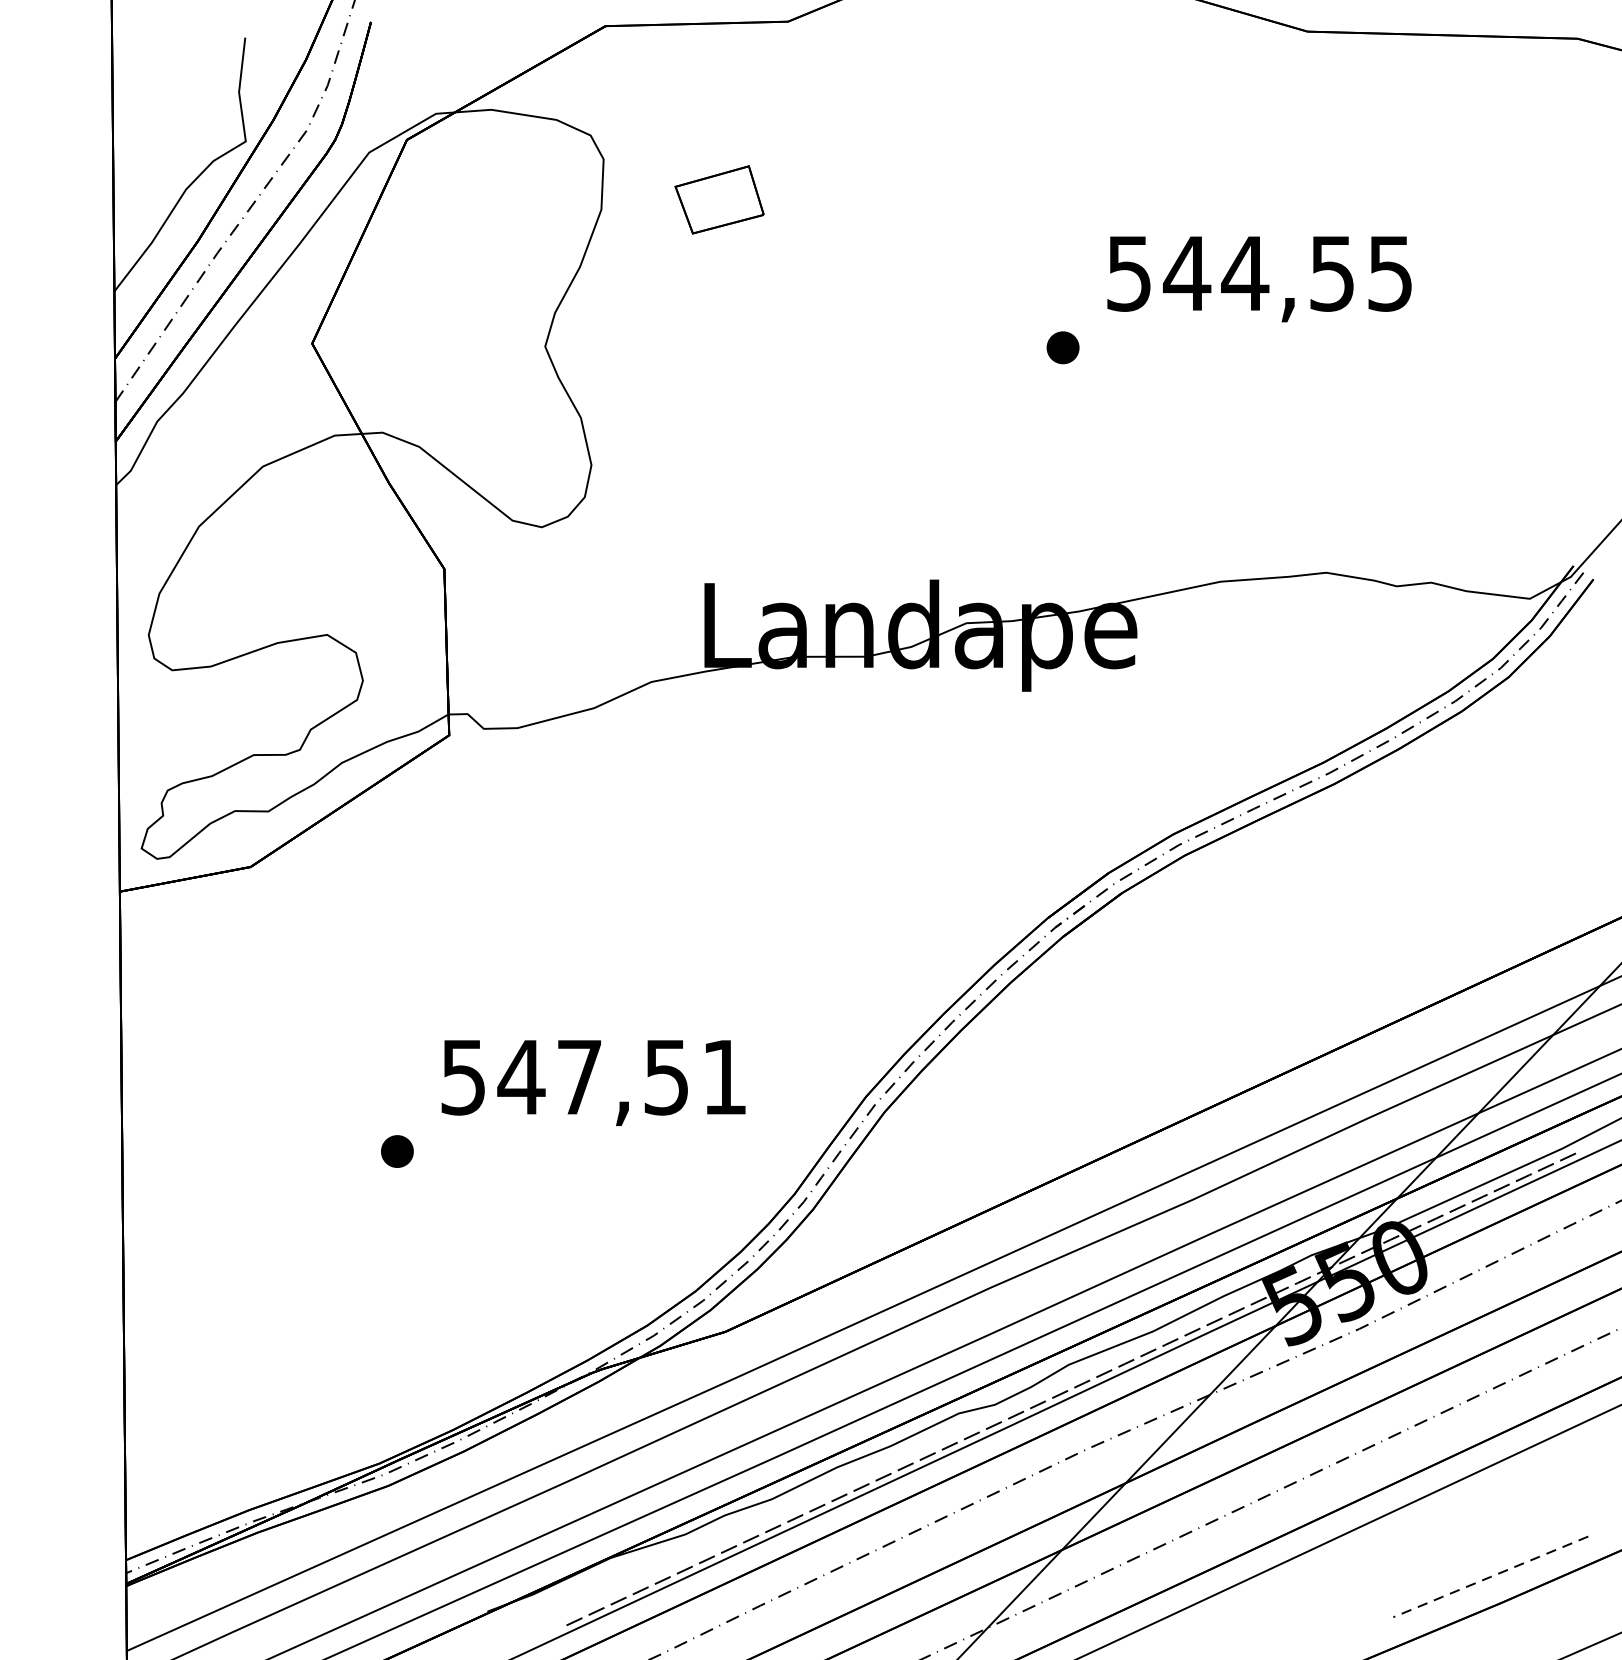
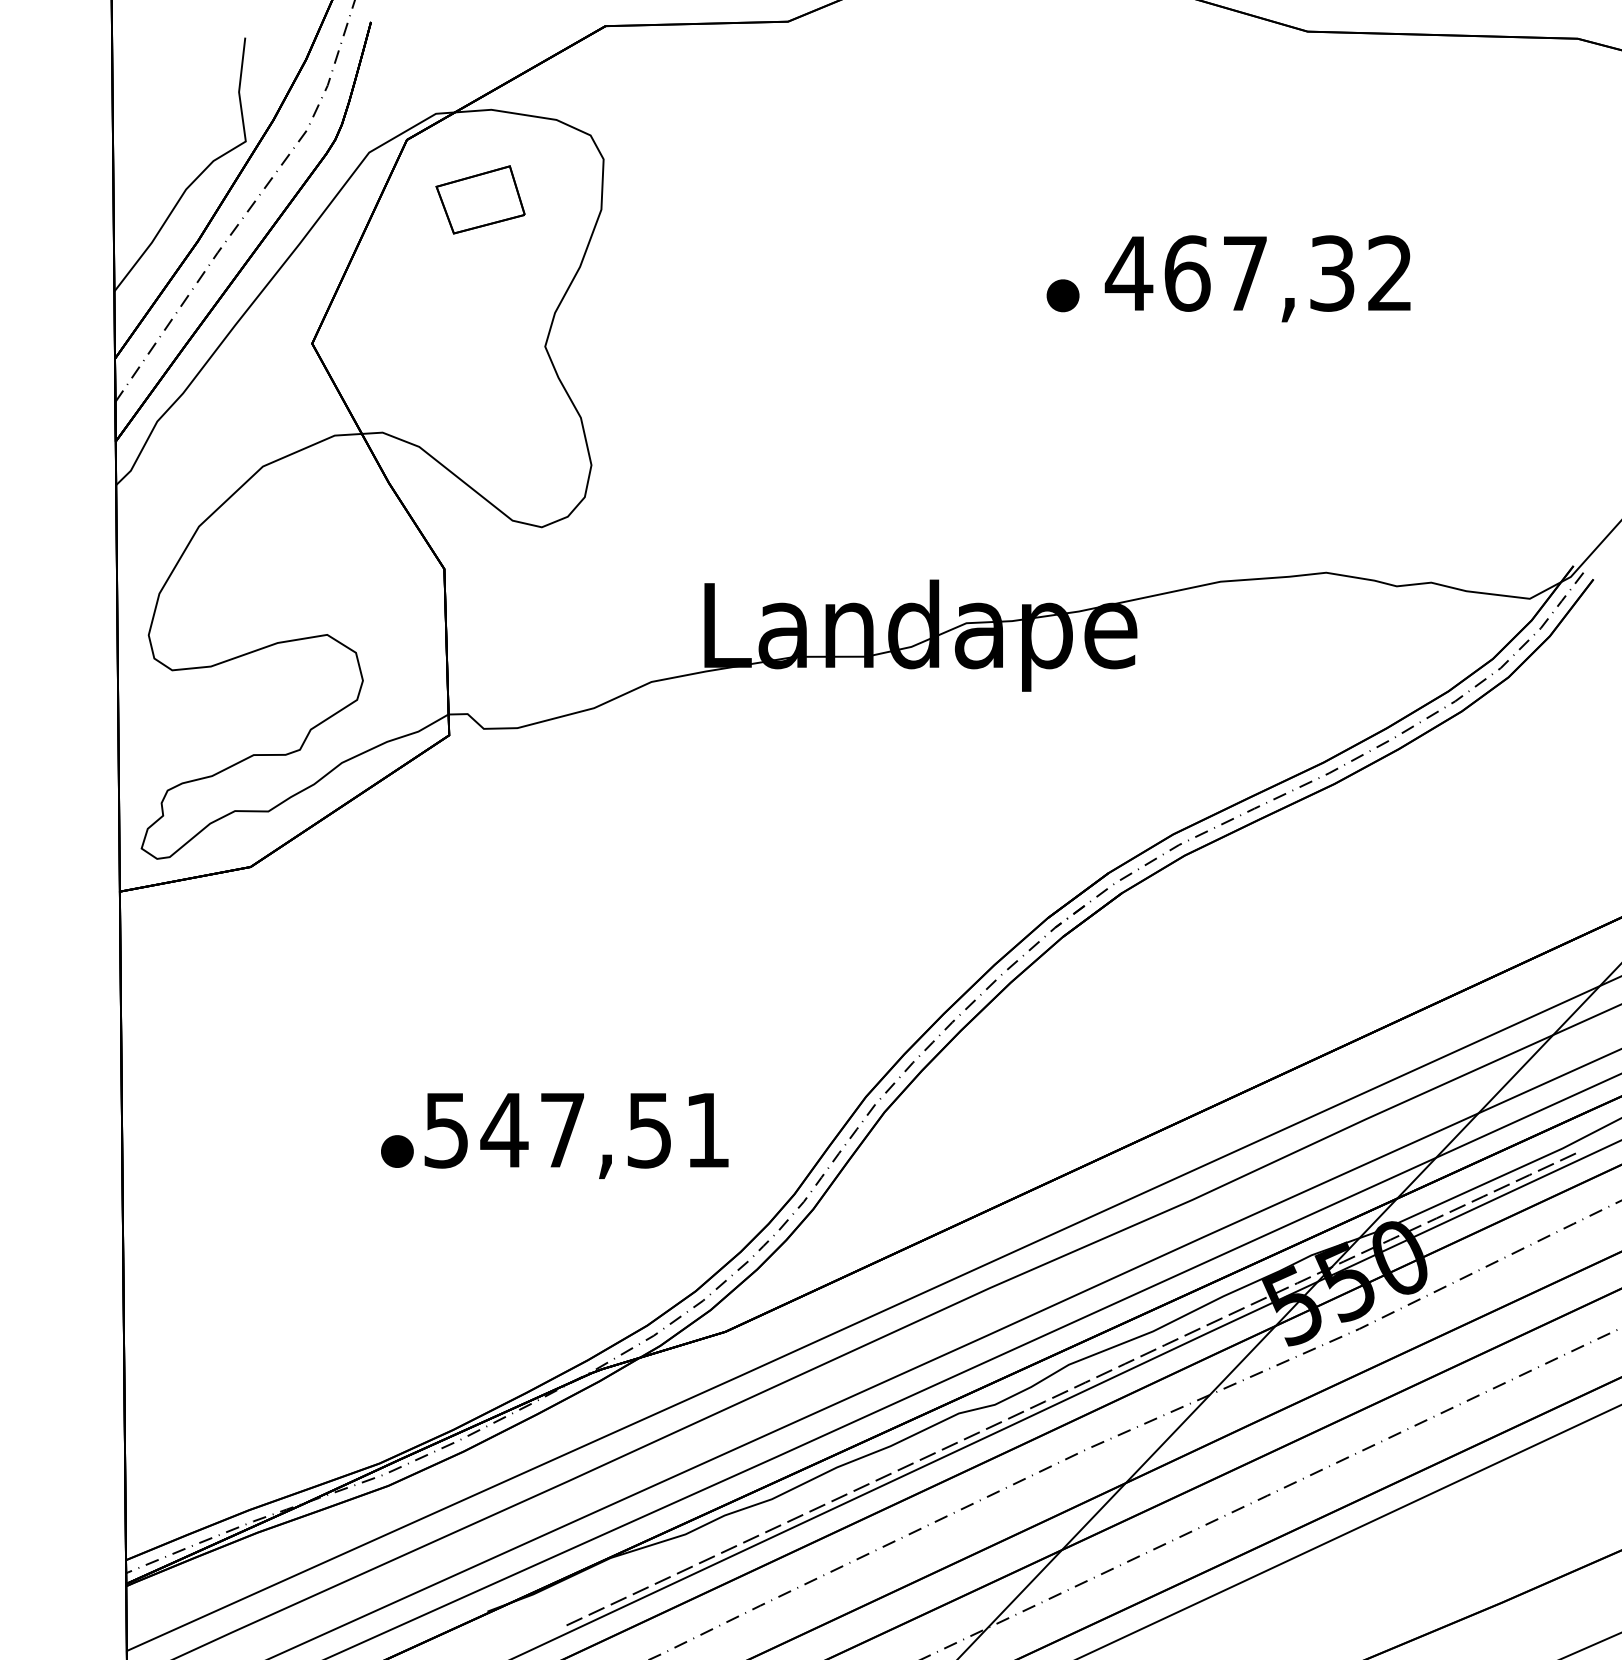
part at (719, 199) position: (719, 199) -> (480, 199)
text at (1257, 273): 544,55 -> 467,32
part at (1062, 347) position: (1062, 347) -> (1062, 295)
text at (593, 1082) position: (593, 1082) -> (576, 1135)
line at (1490, 1576): present -> none
